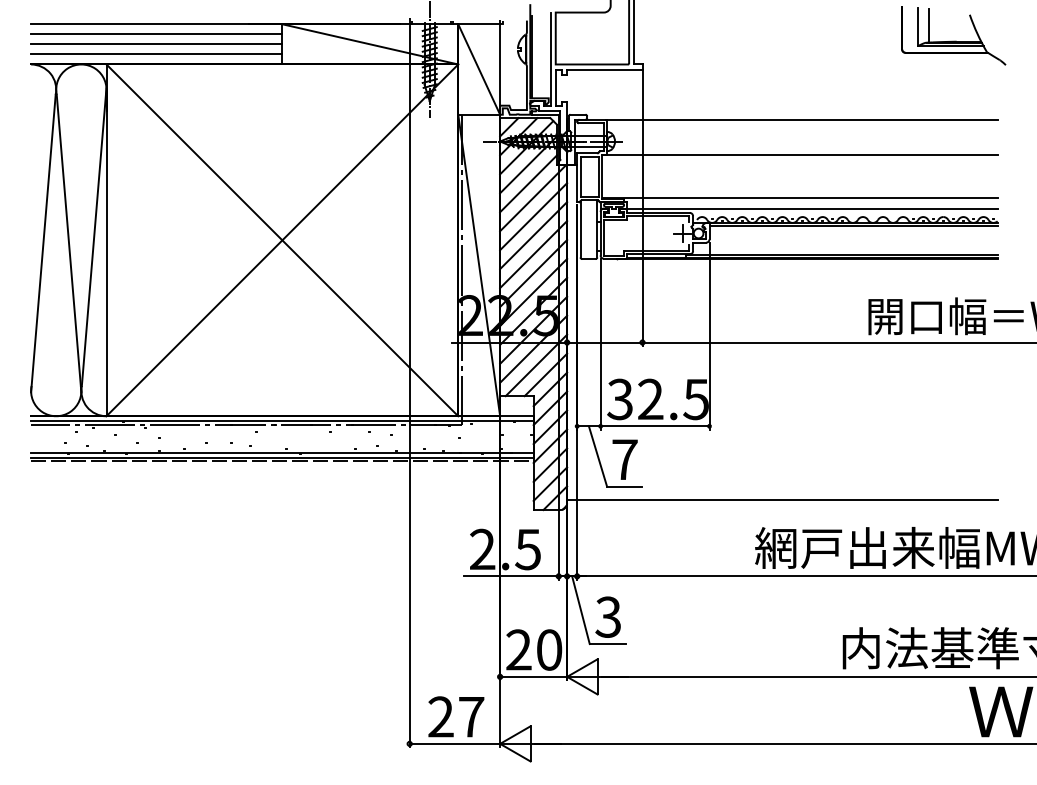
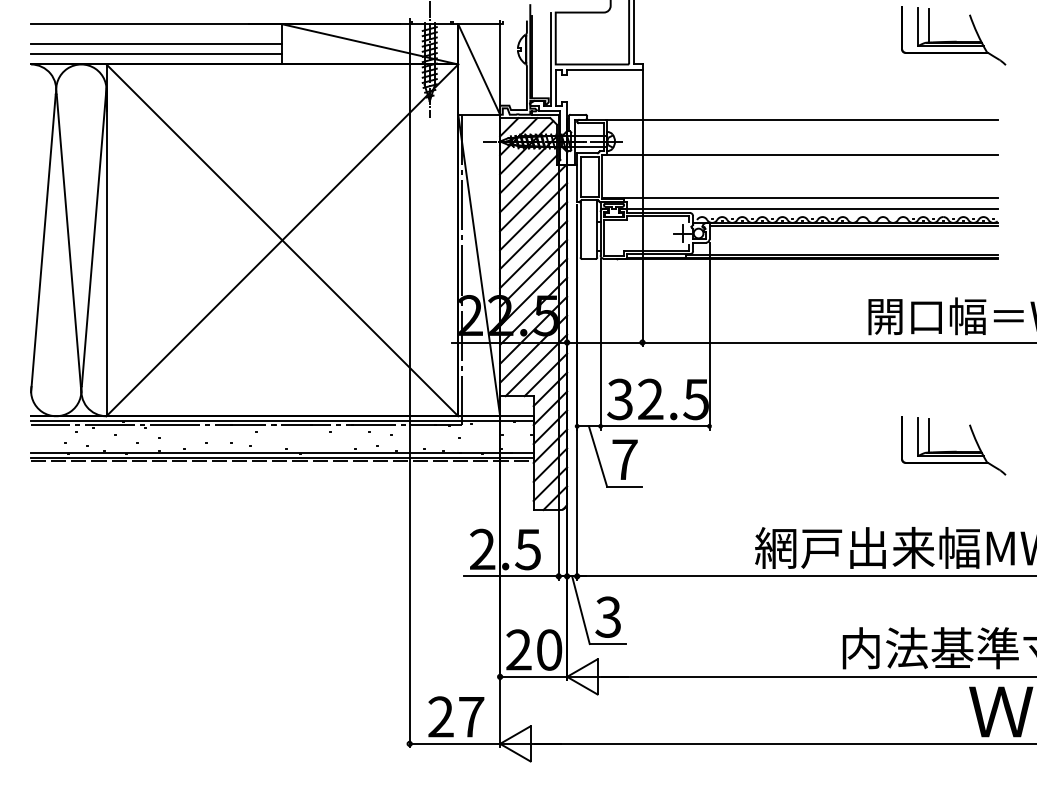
line at (156, 34): present -> none
part at (953, 445): none -> present
line at (782, 500): present -> none
